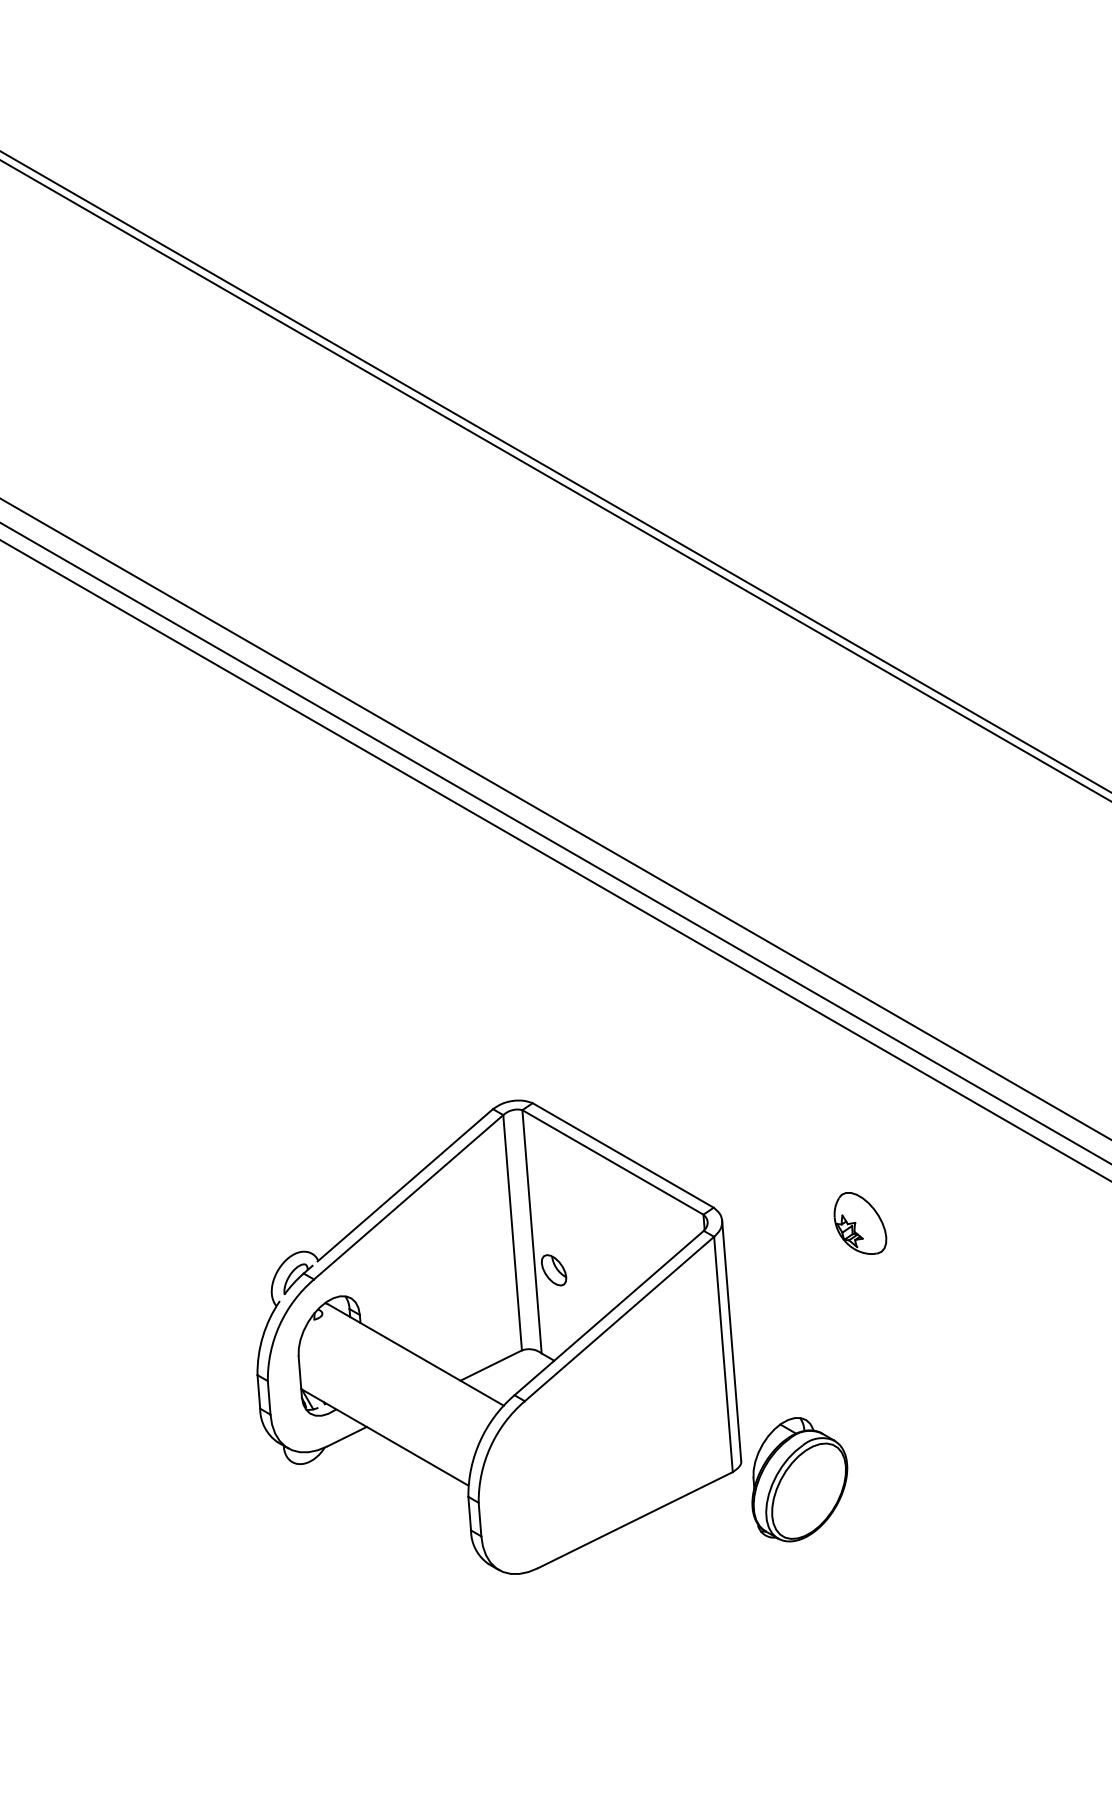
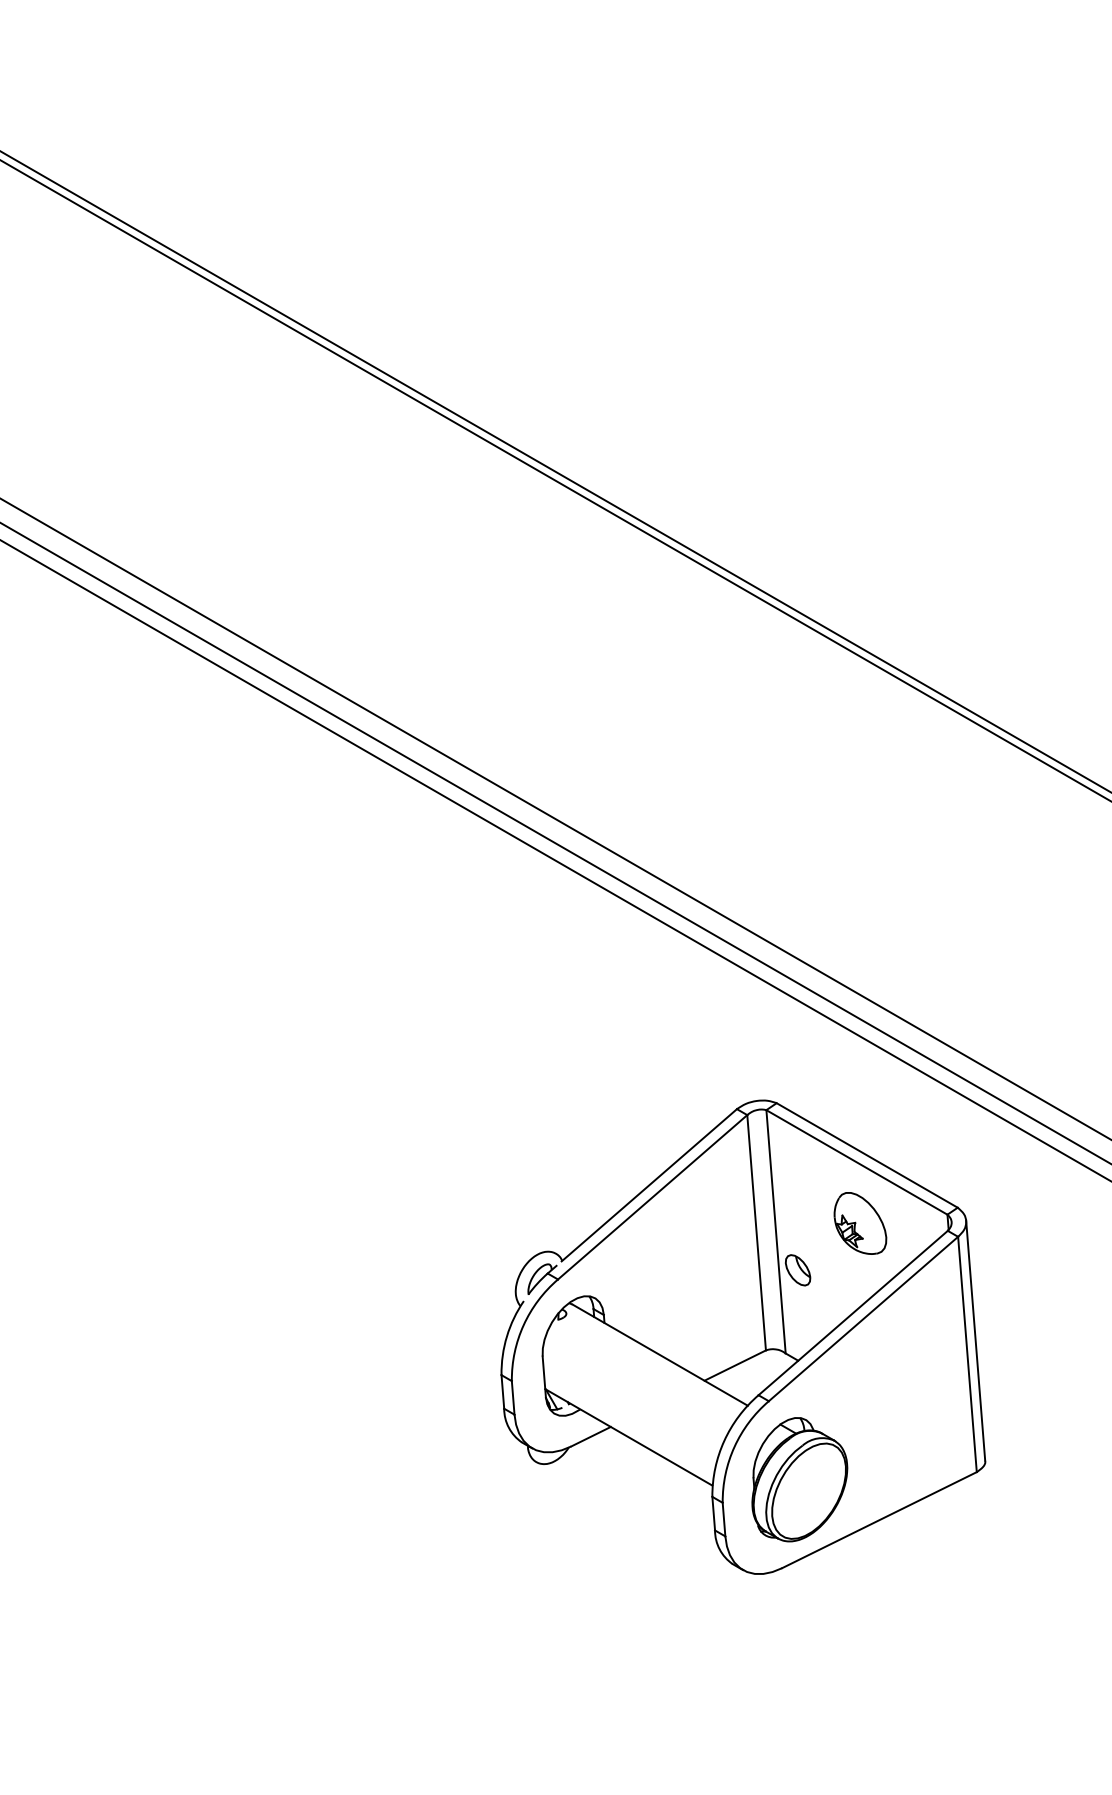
part at (499, 1336) position: (499, 1336) -> (743, 1336)
